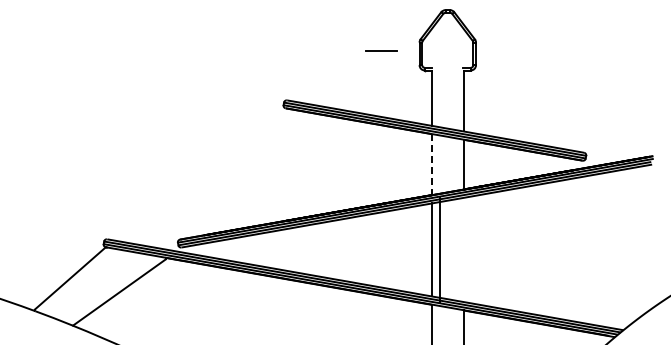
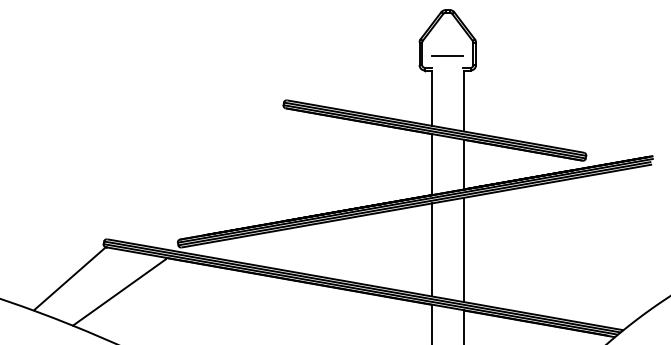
line at (381, 50) position: (381, 50) -> (447, 55)
line at (431, 164): dashed -> solid
line at (439, 249) position: (439, 249) -> (463, 249)
